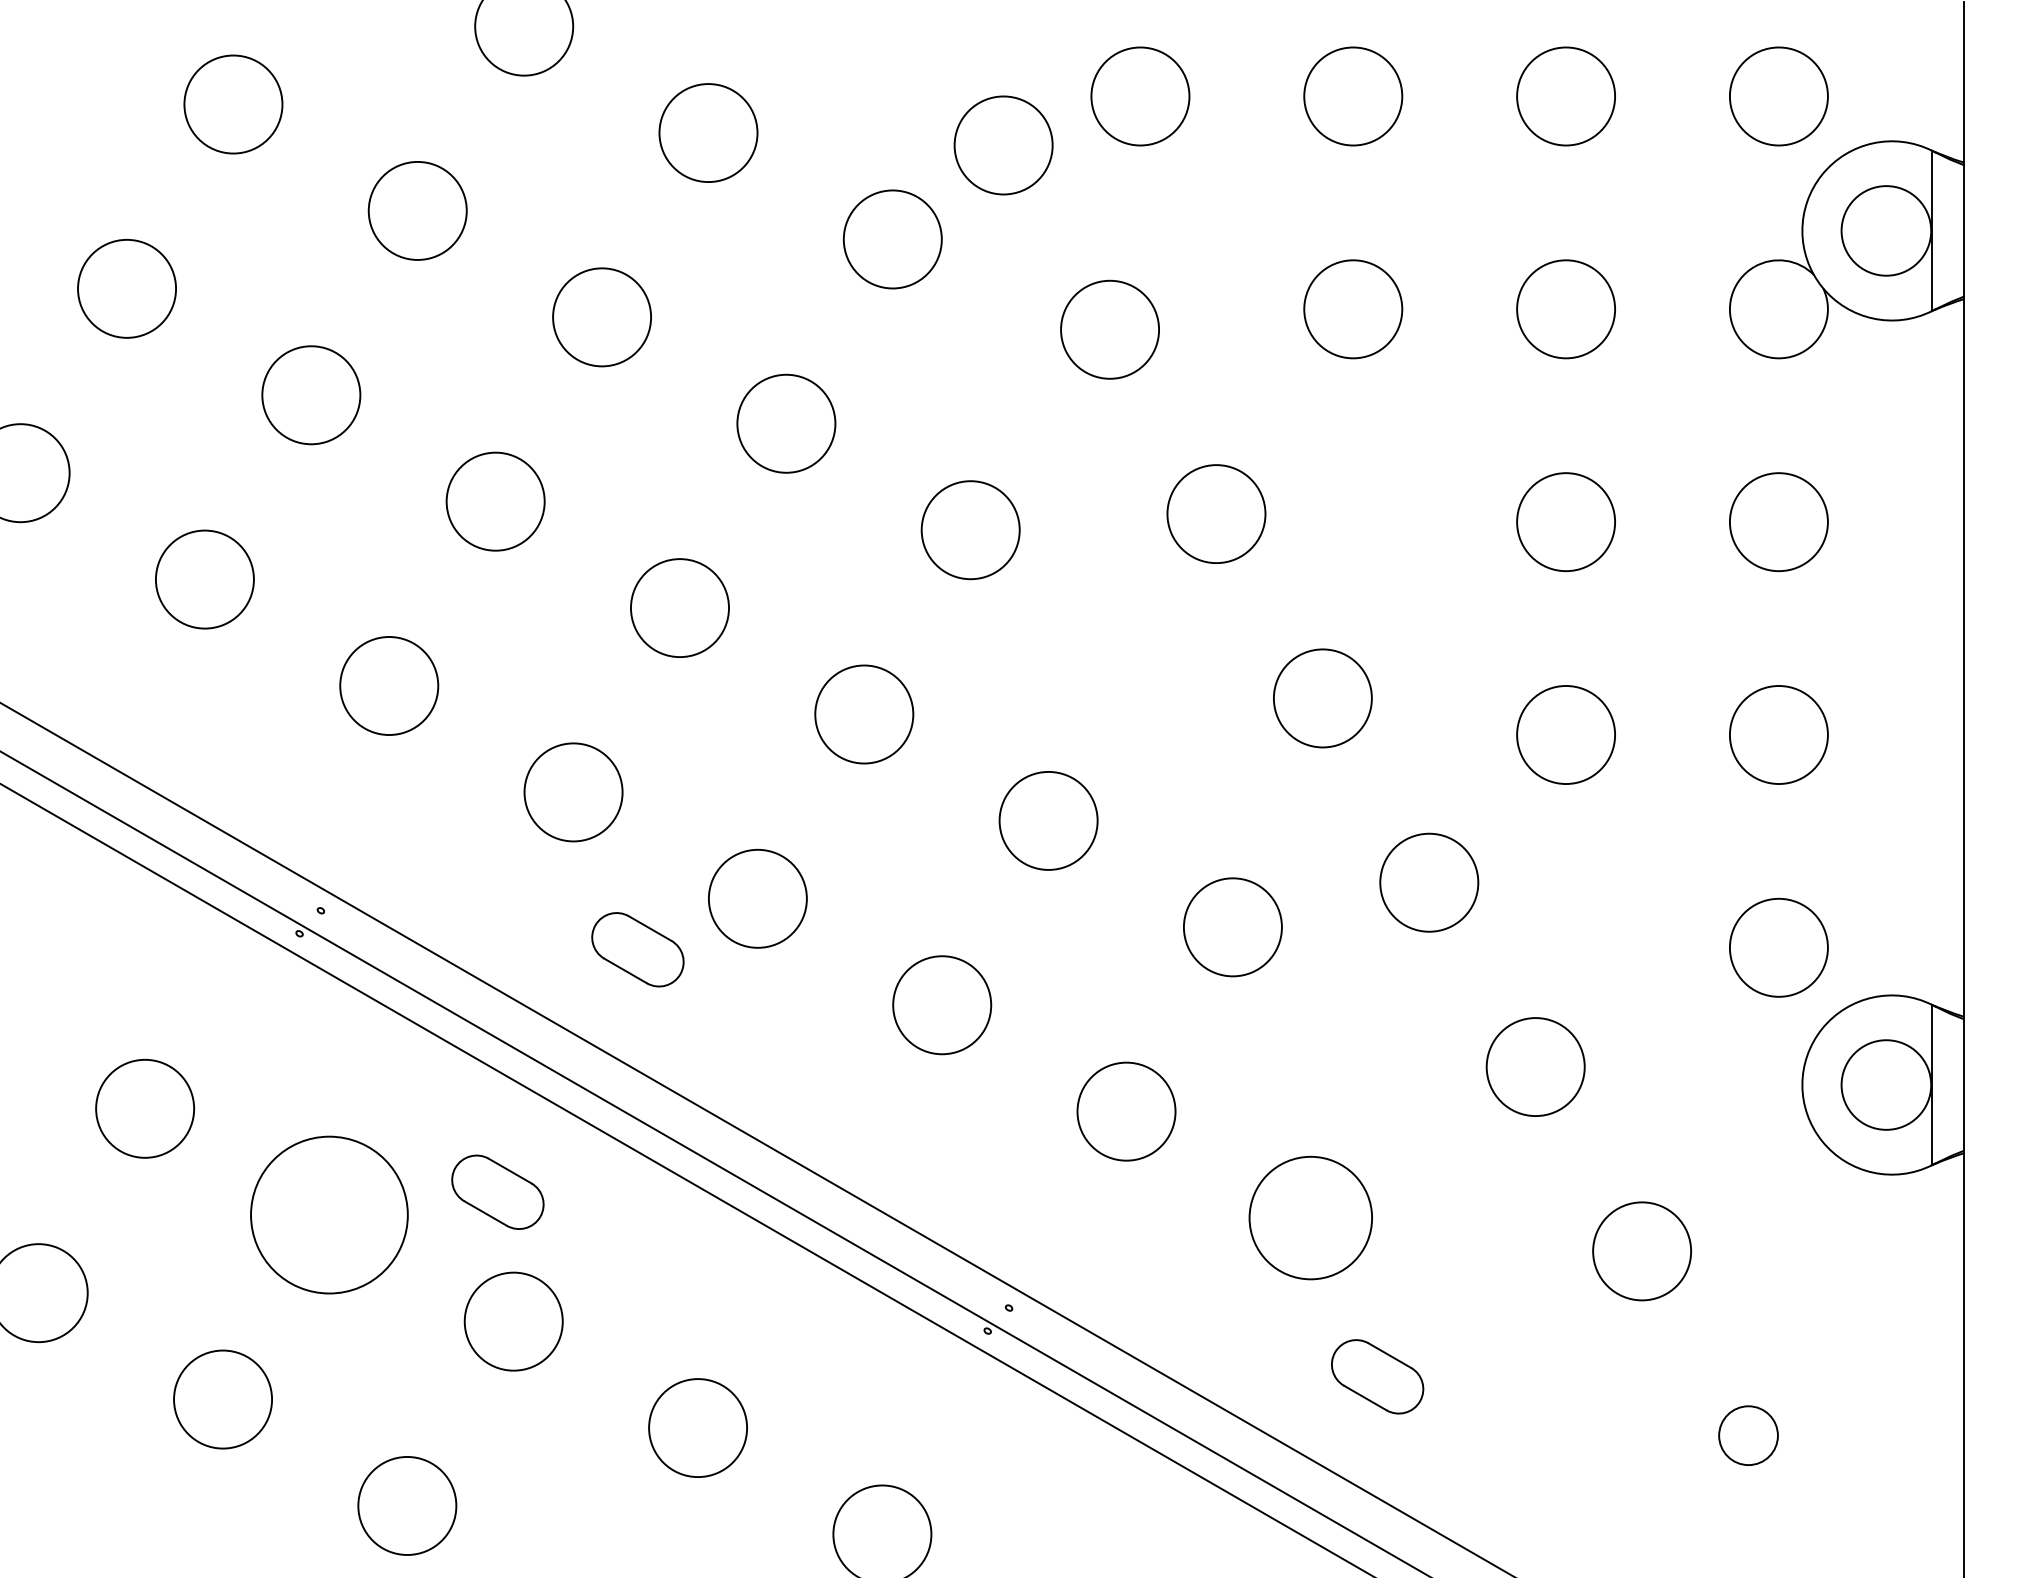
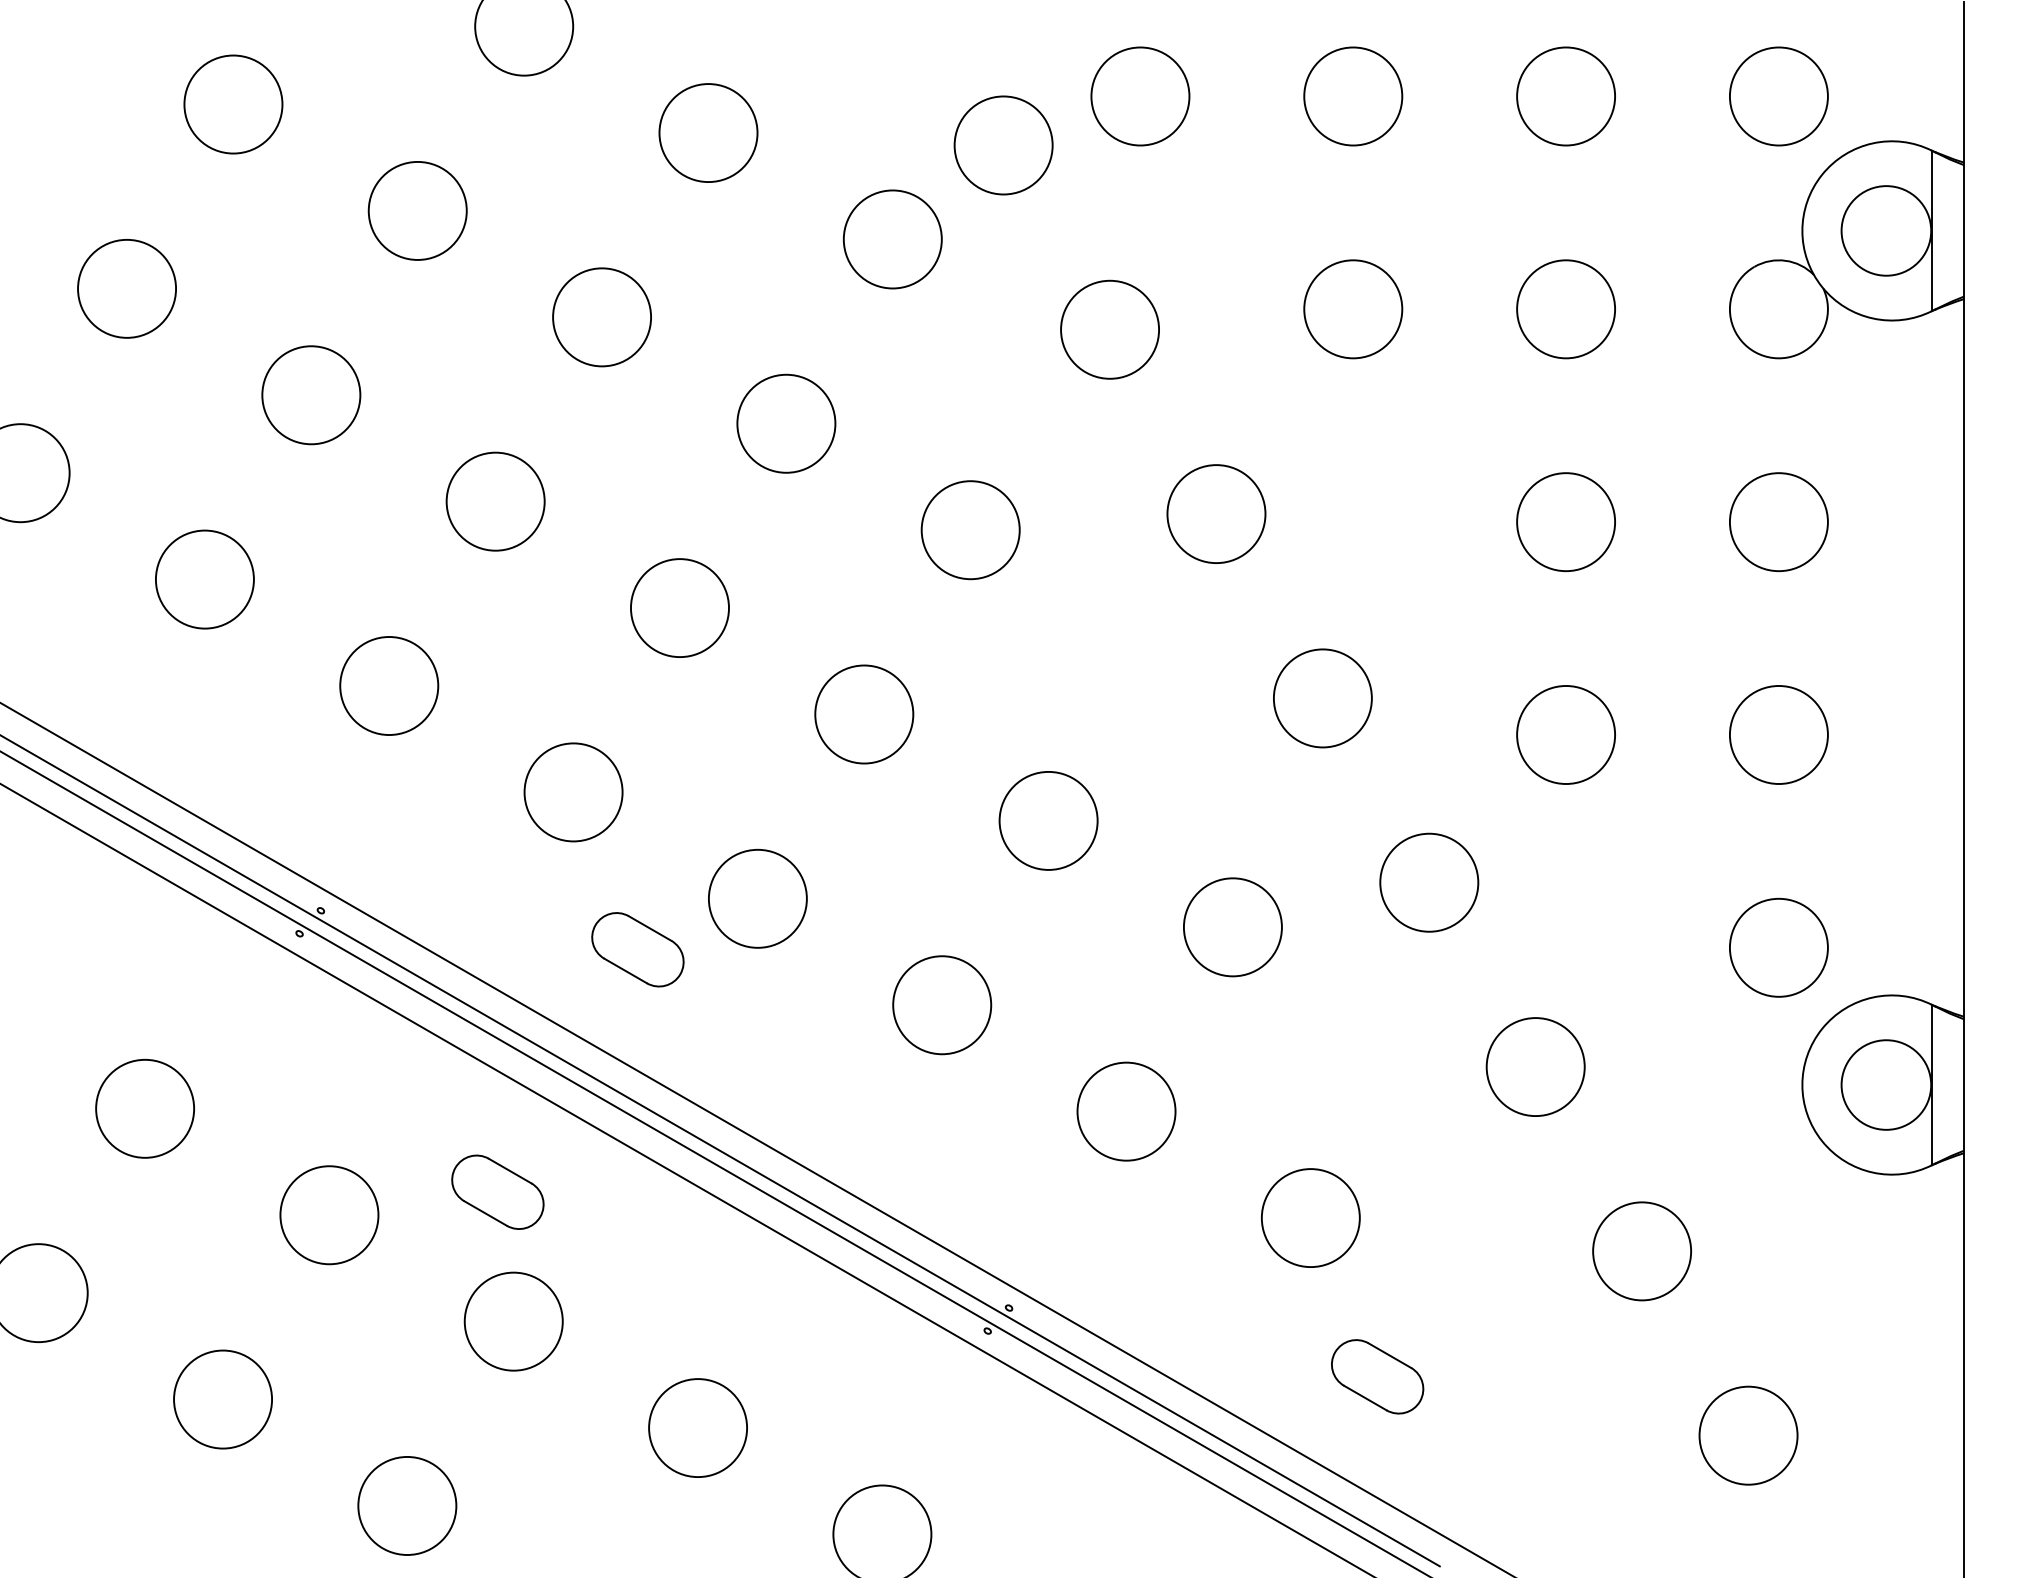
line at (720, 1151): none -> present
circle at (329, 1214) size: 159x160 px -> 101x101 px
circle at (1310, 1217) diameter: 123 px -> 98 px
circle at (1748, 1435) diameter: 59 px -> 98 px
